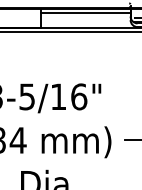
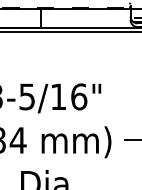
line at (71, 7): solid -> dashed
line at (85, 13): present -> none
